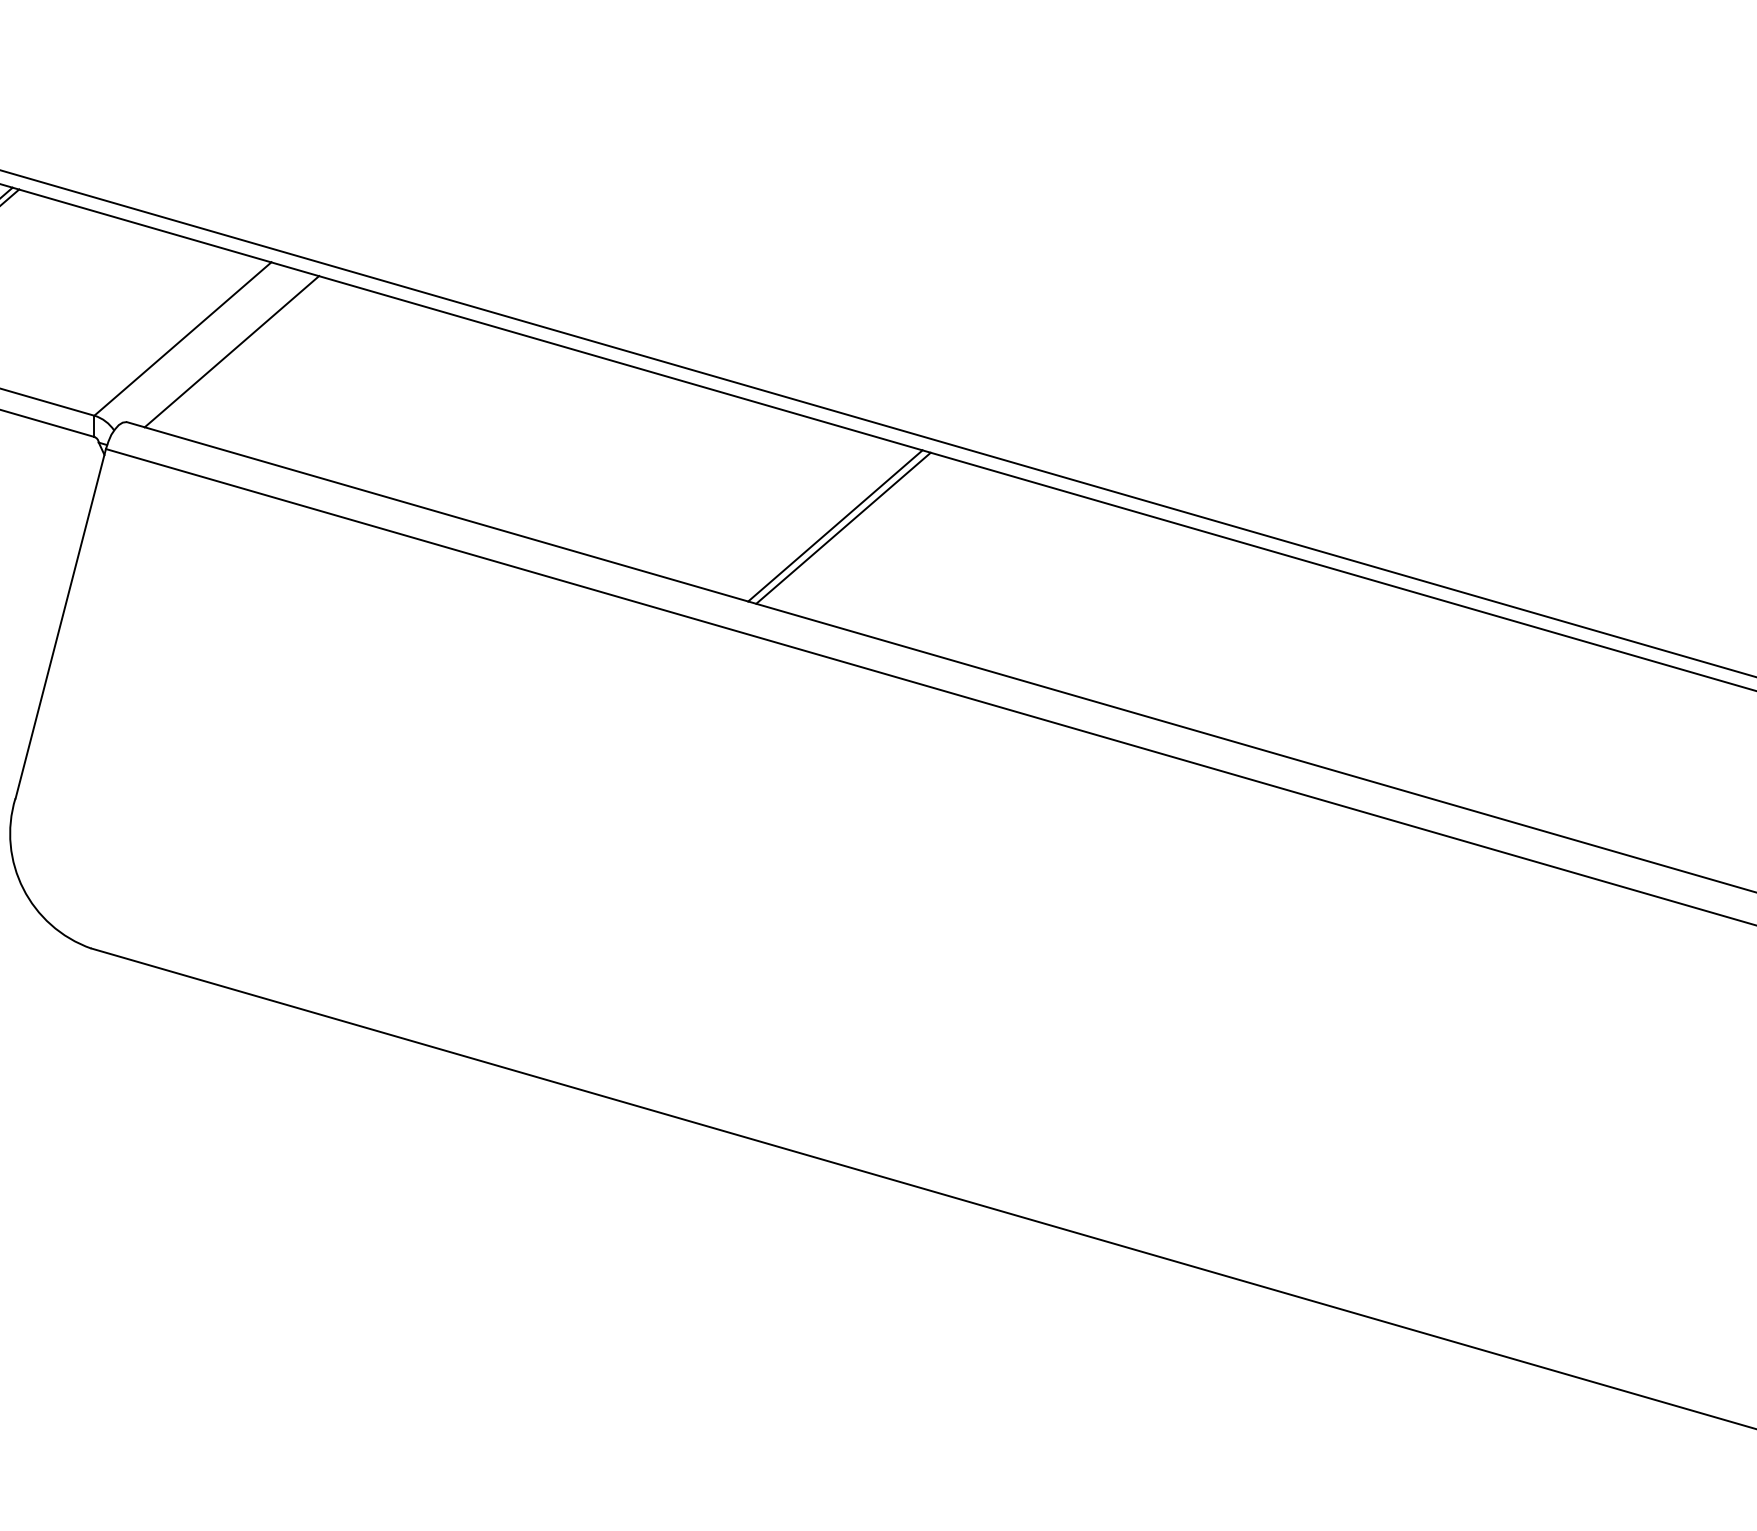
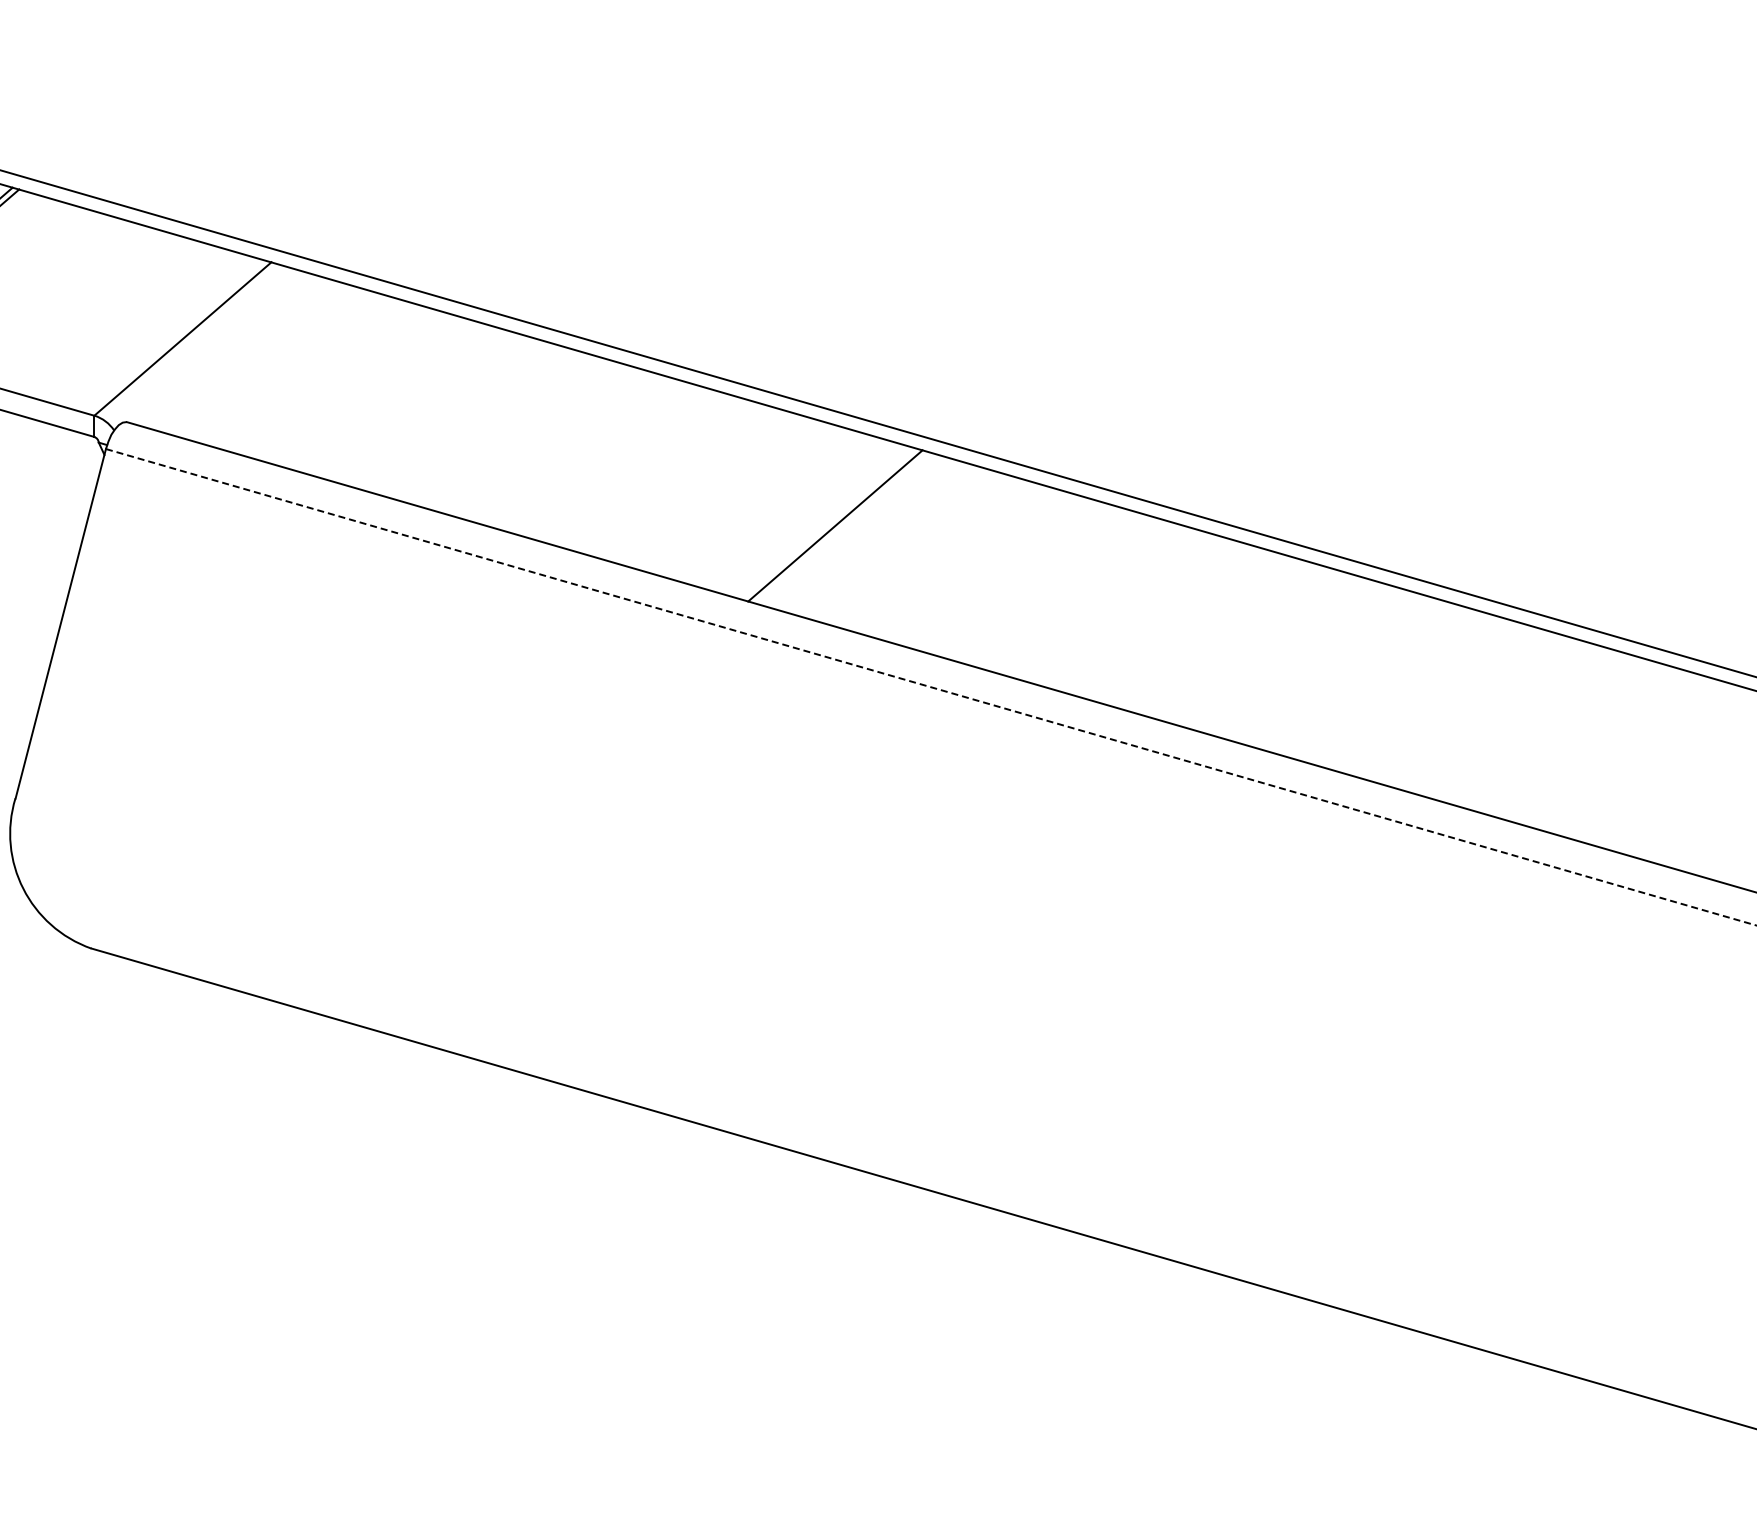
line at (231, 351): present -> none
line at (843, 527): present -> none
line at (931, 687): solid -> dashed
